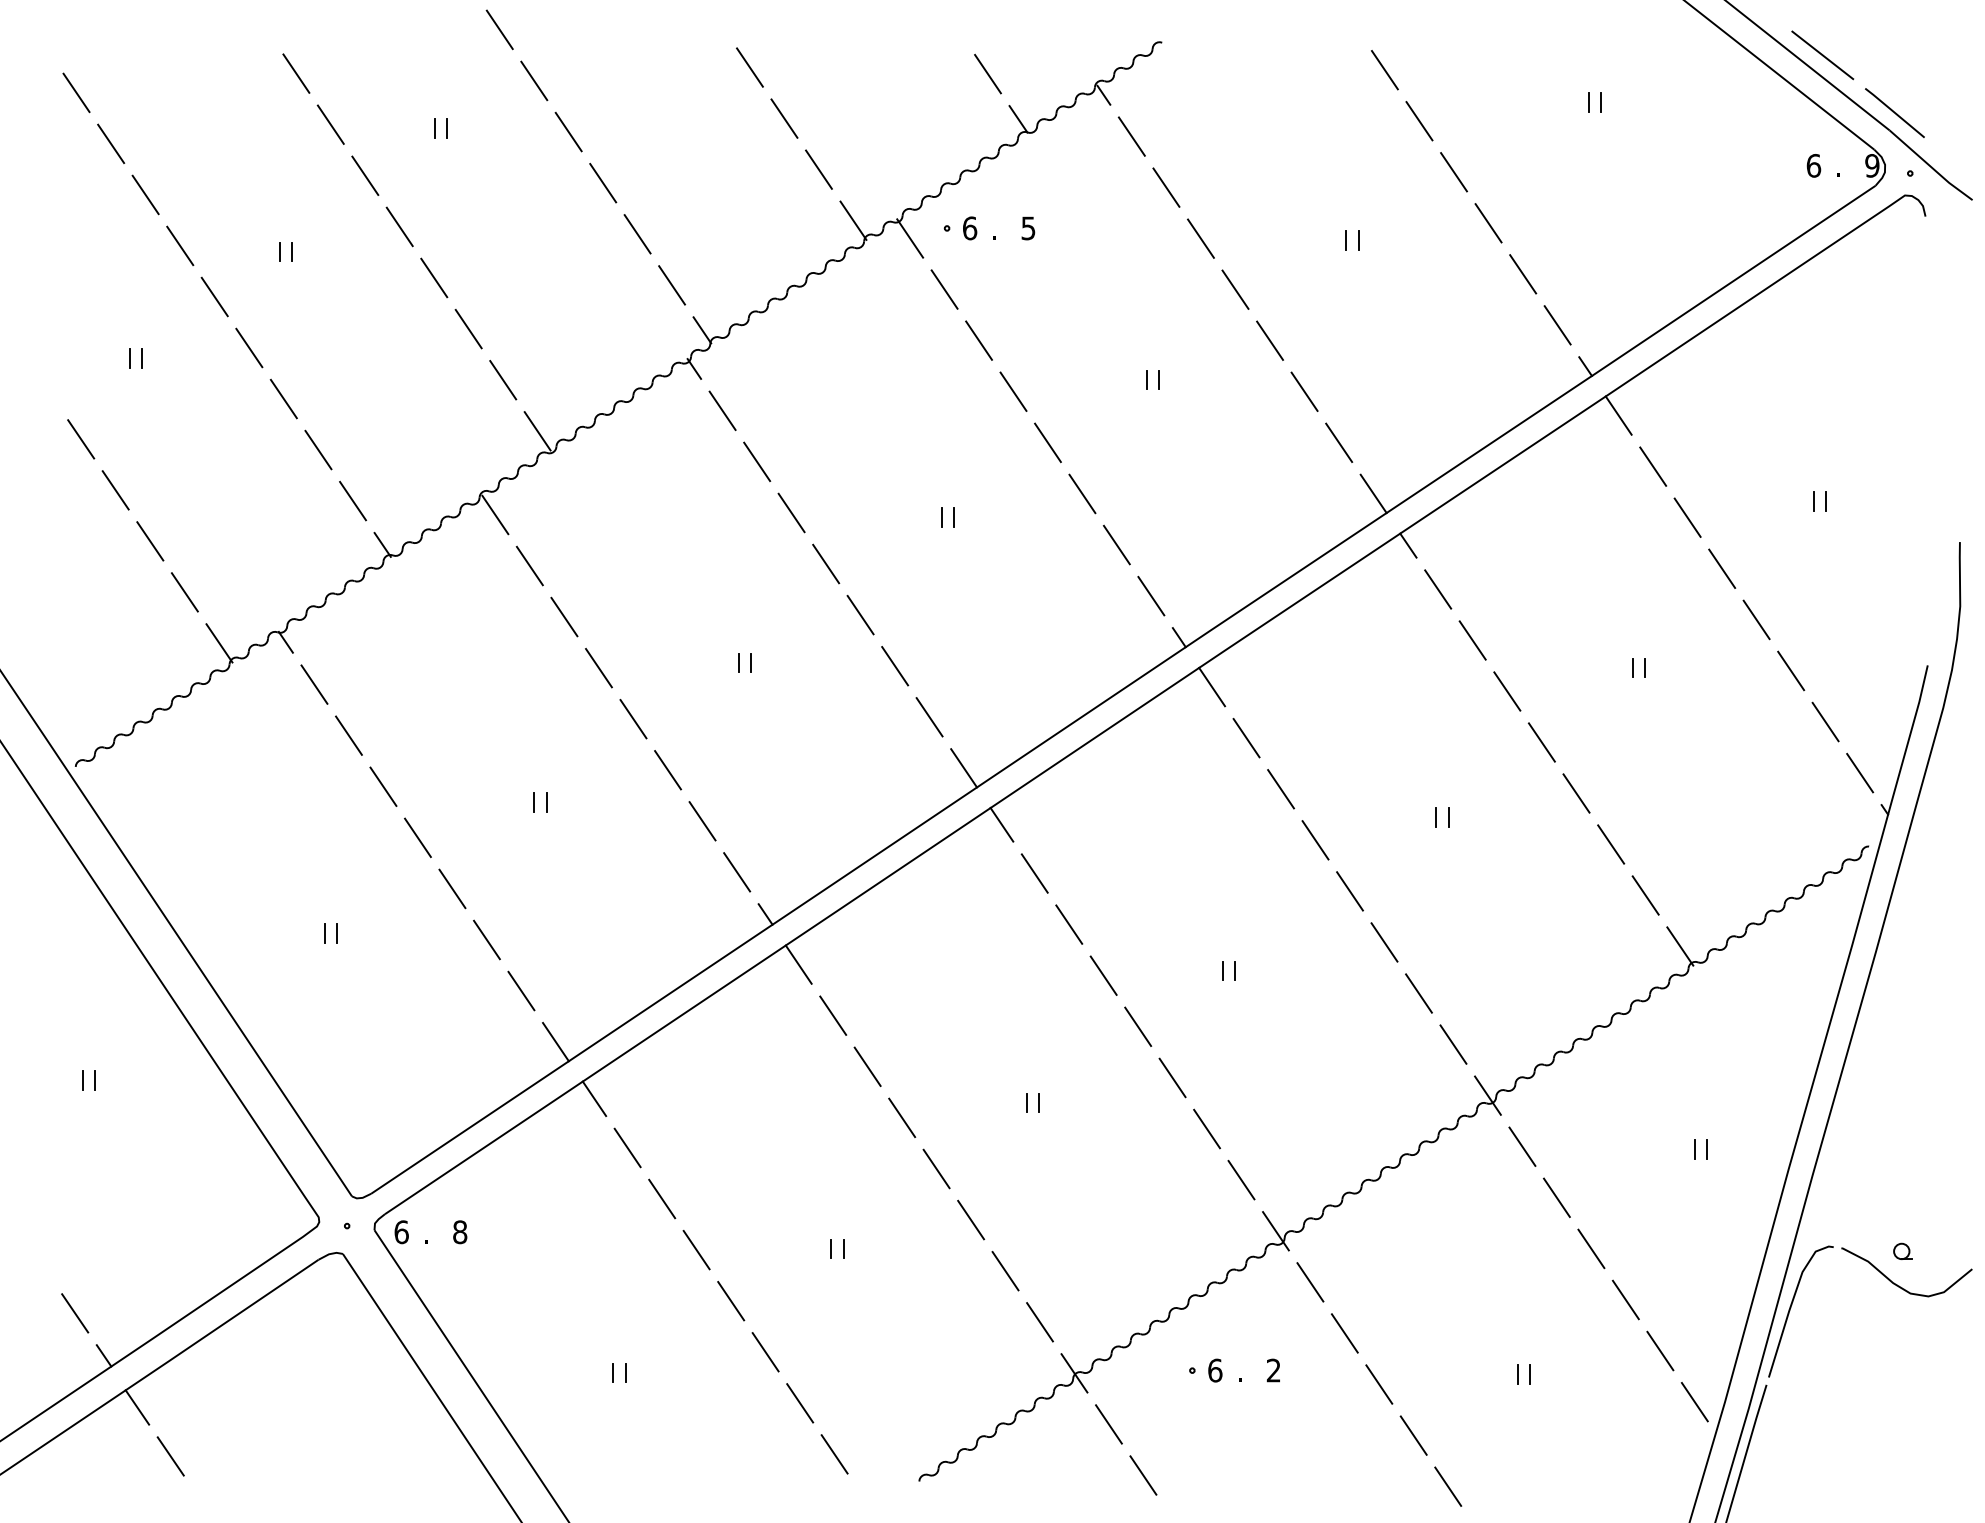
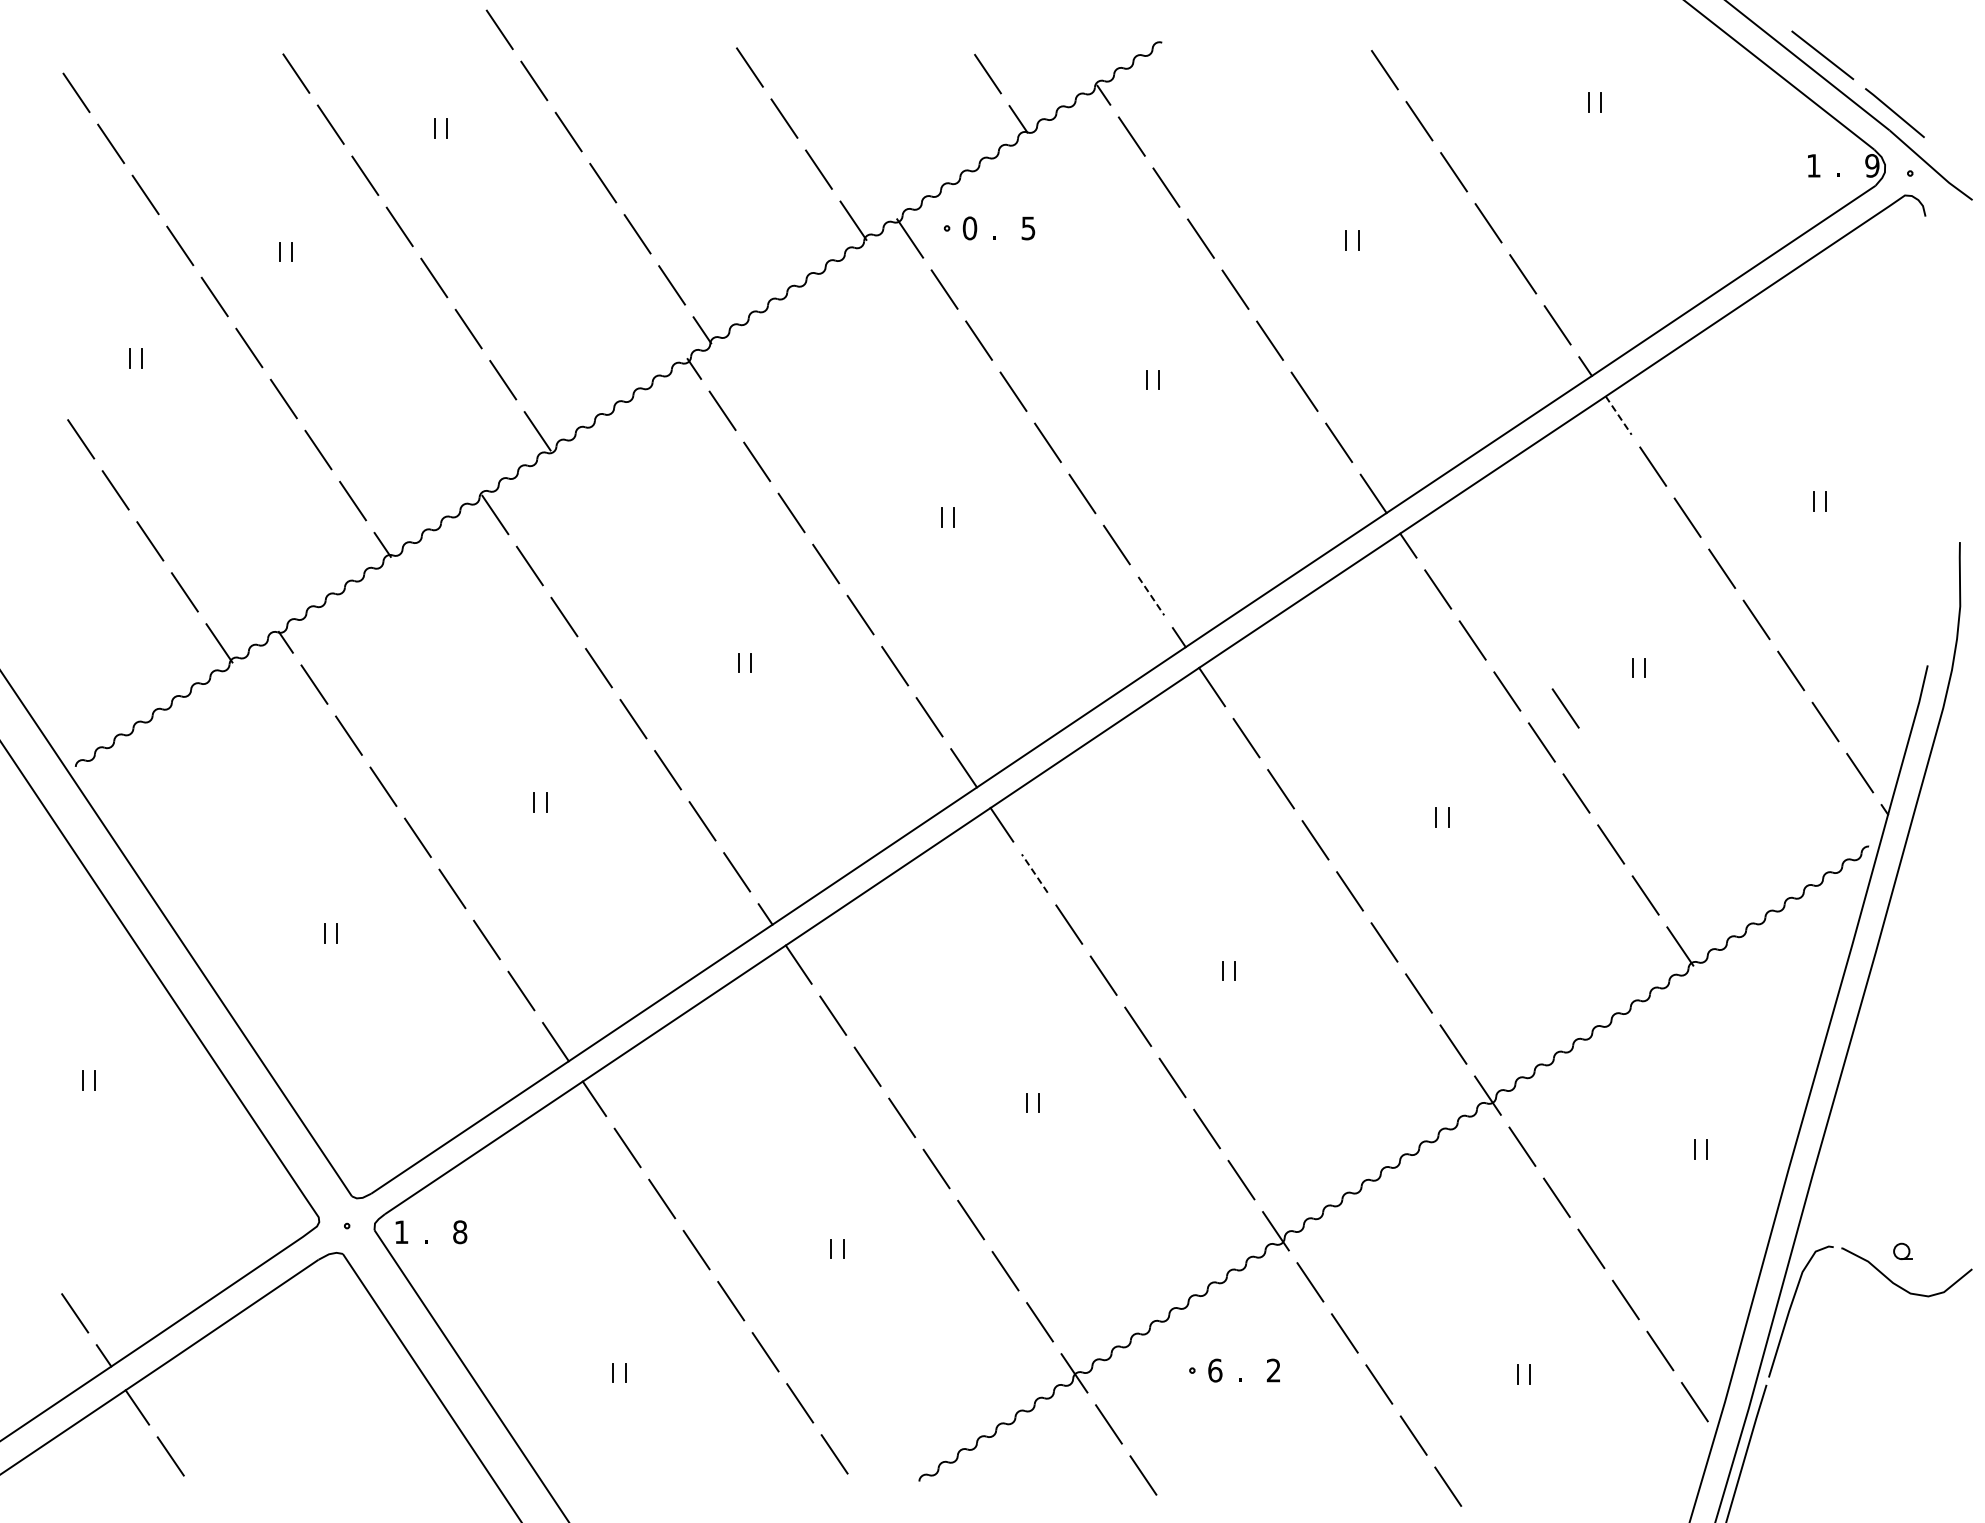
text at (1813, 165): 6 -> 1
text at (969, 227): 6 -> 0
line at (1618, 416): solid -> dashed
line at (1151, 596): solid -> dashed
line at (1565, 708): none -> present
line at (1034, 873): solid -> dashed
text at (401, 1232): 6 -> 1
